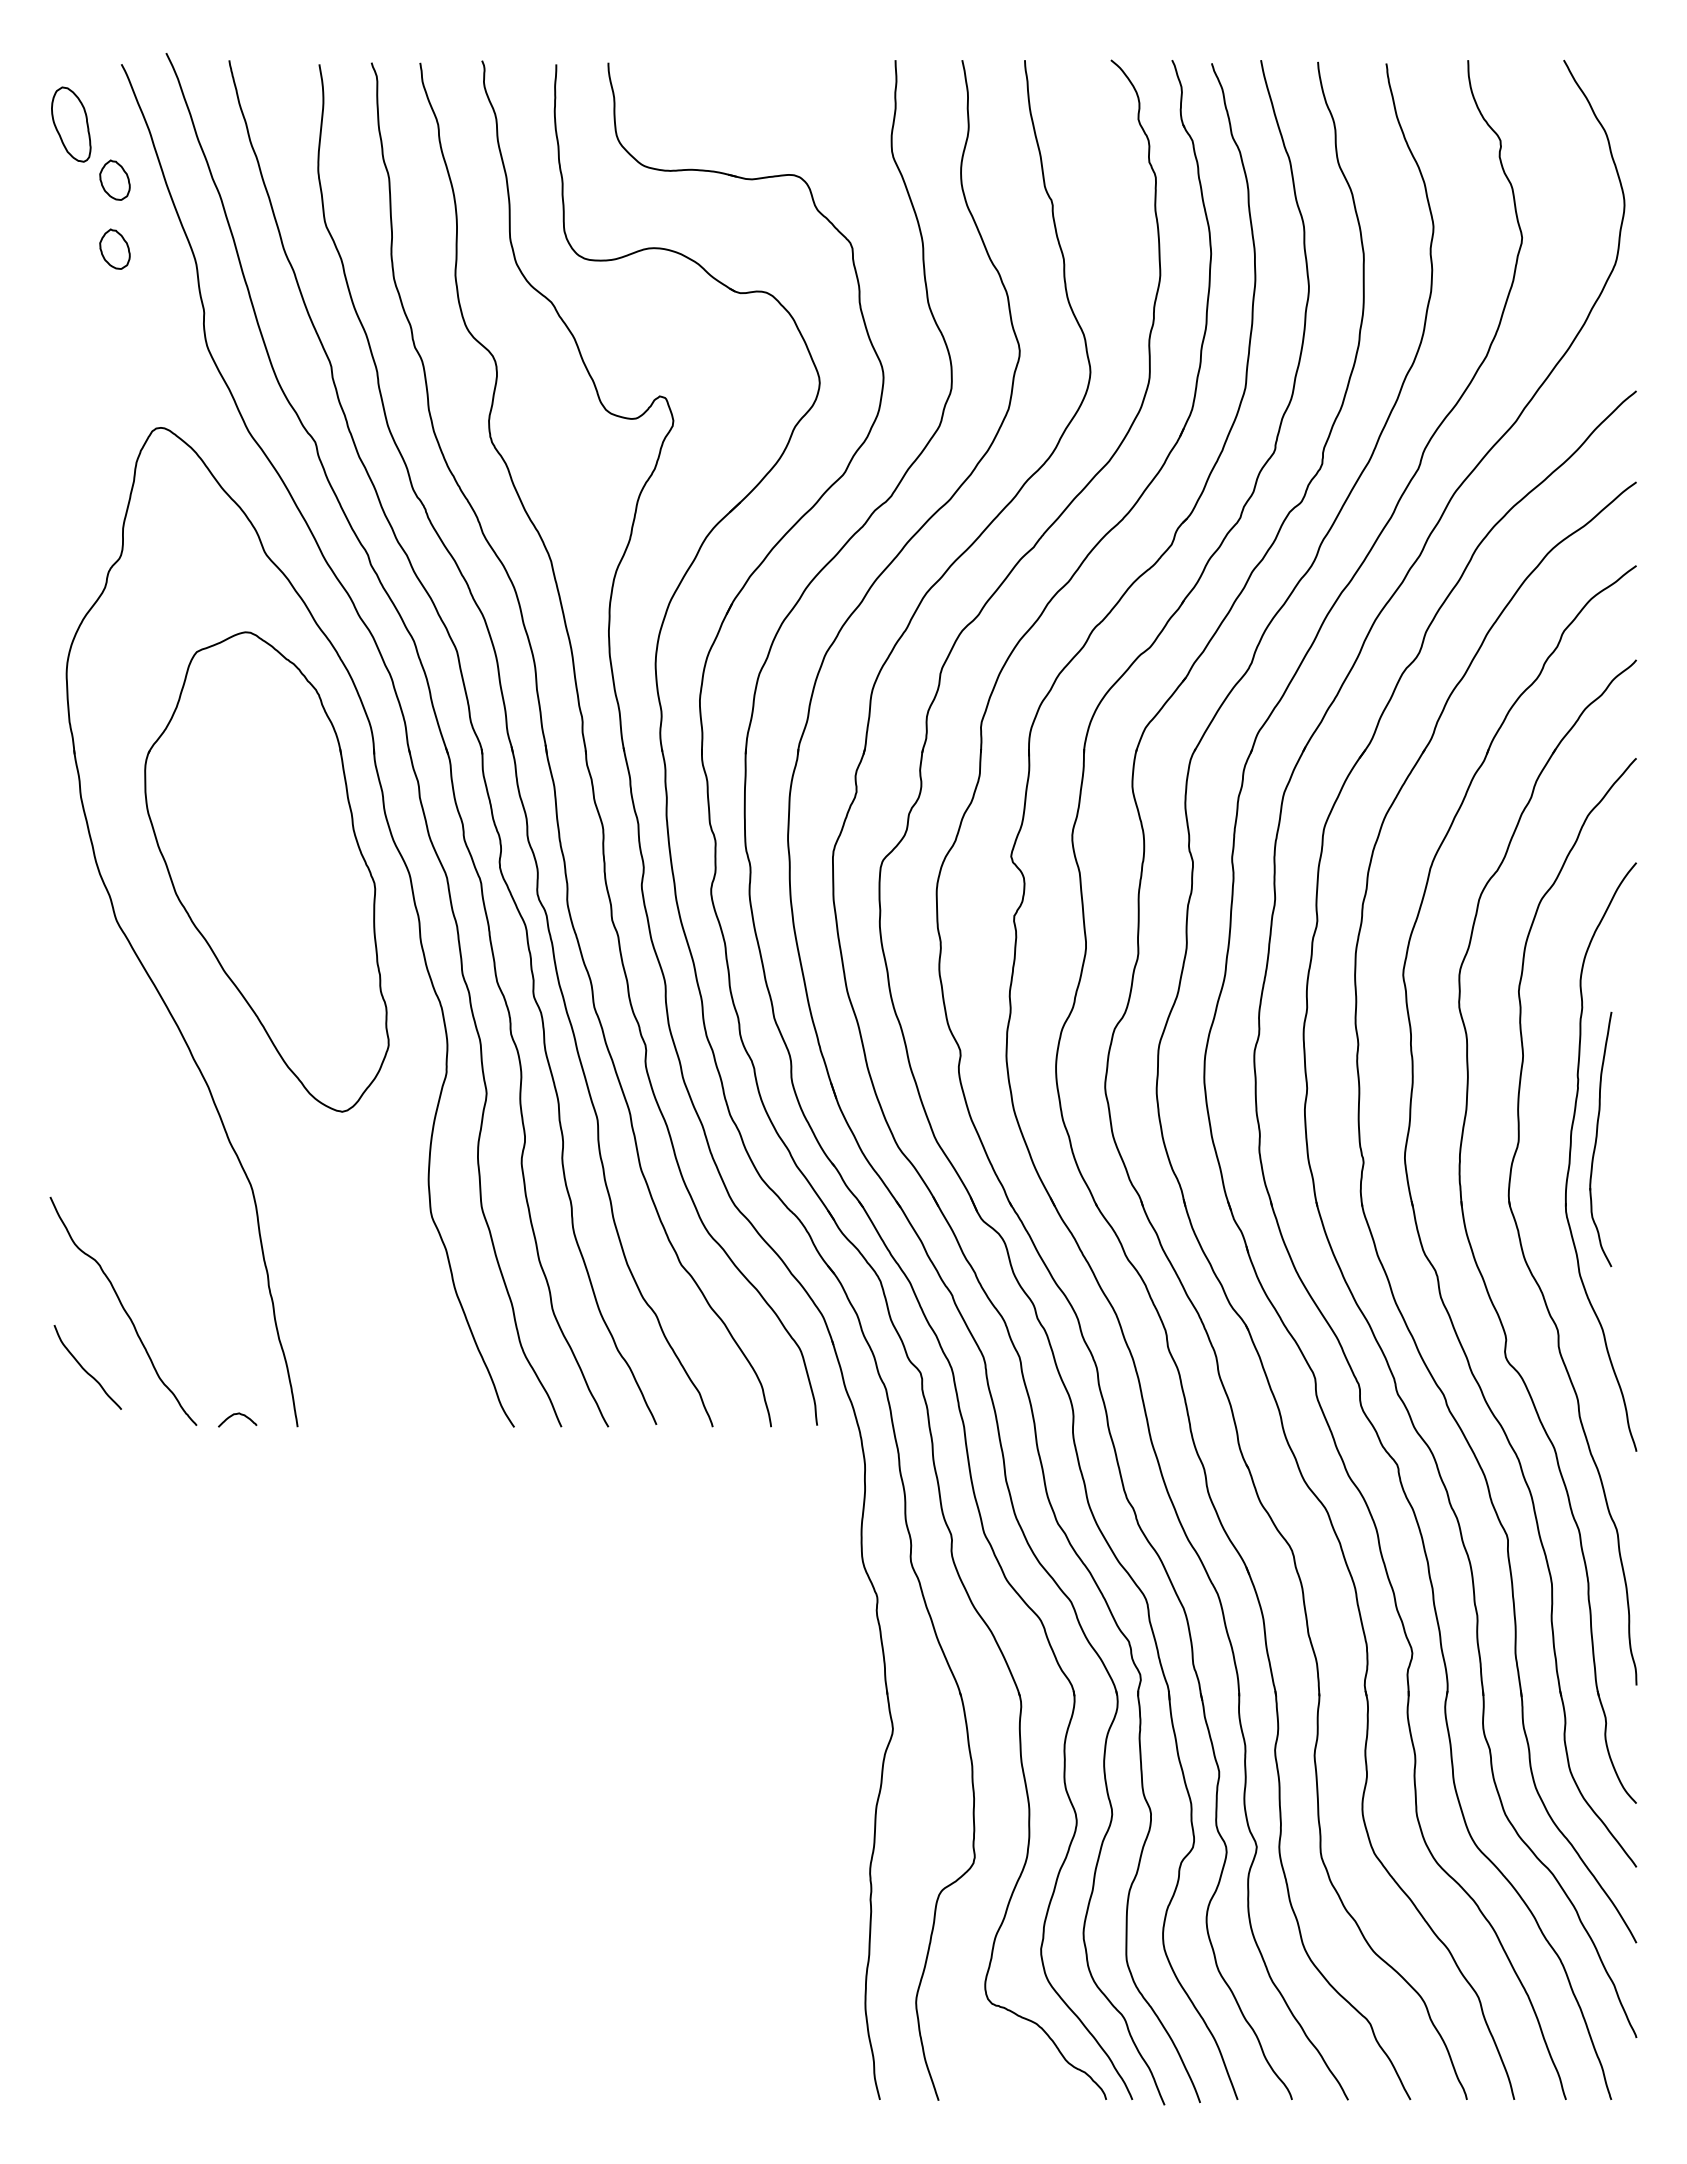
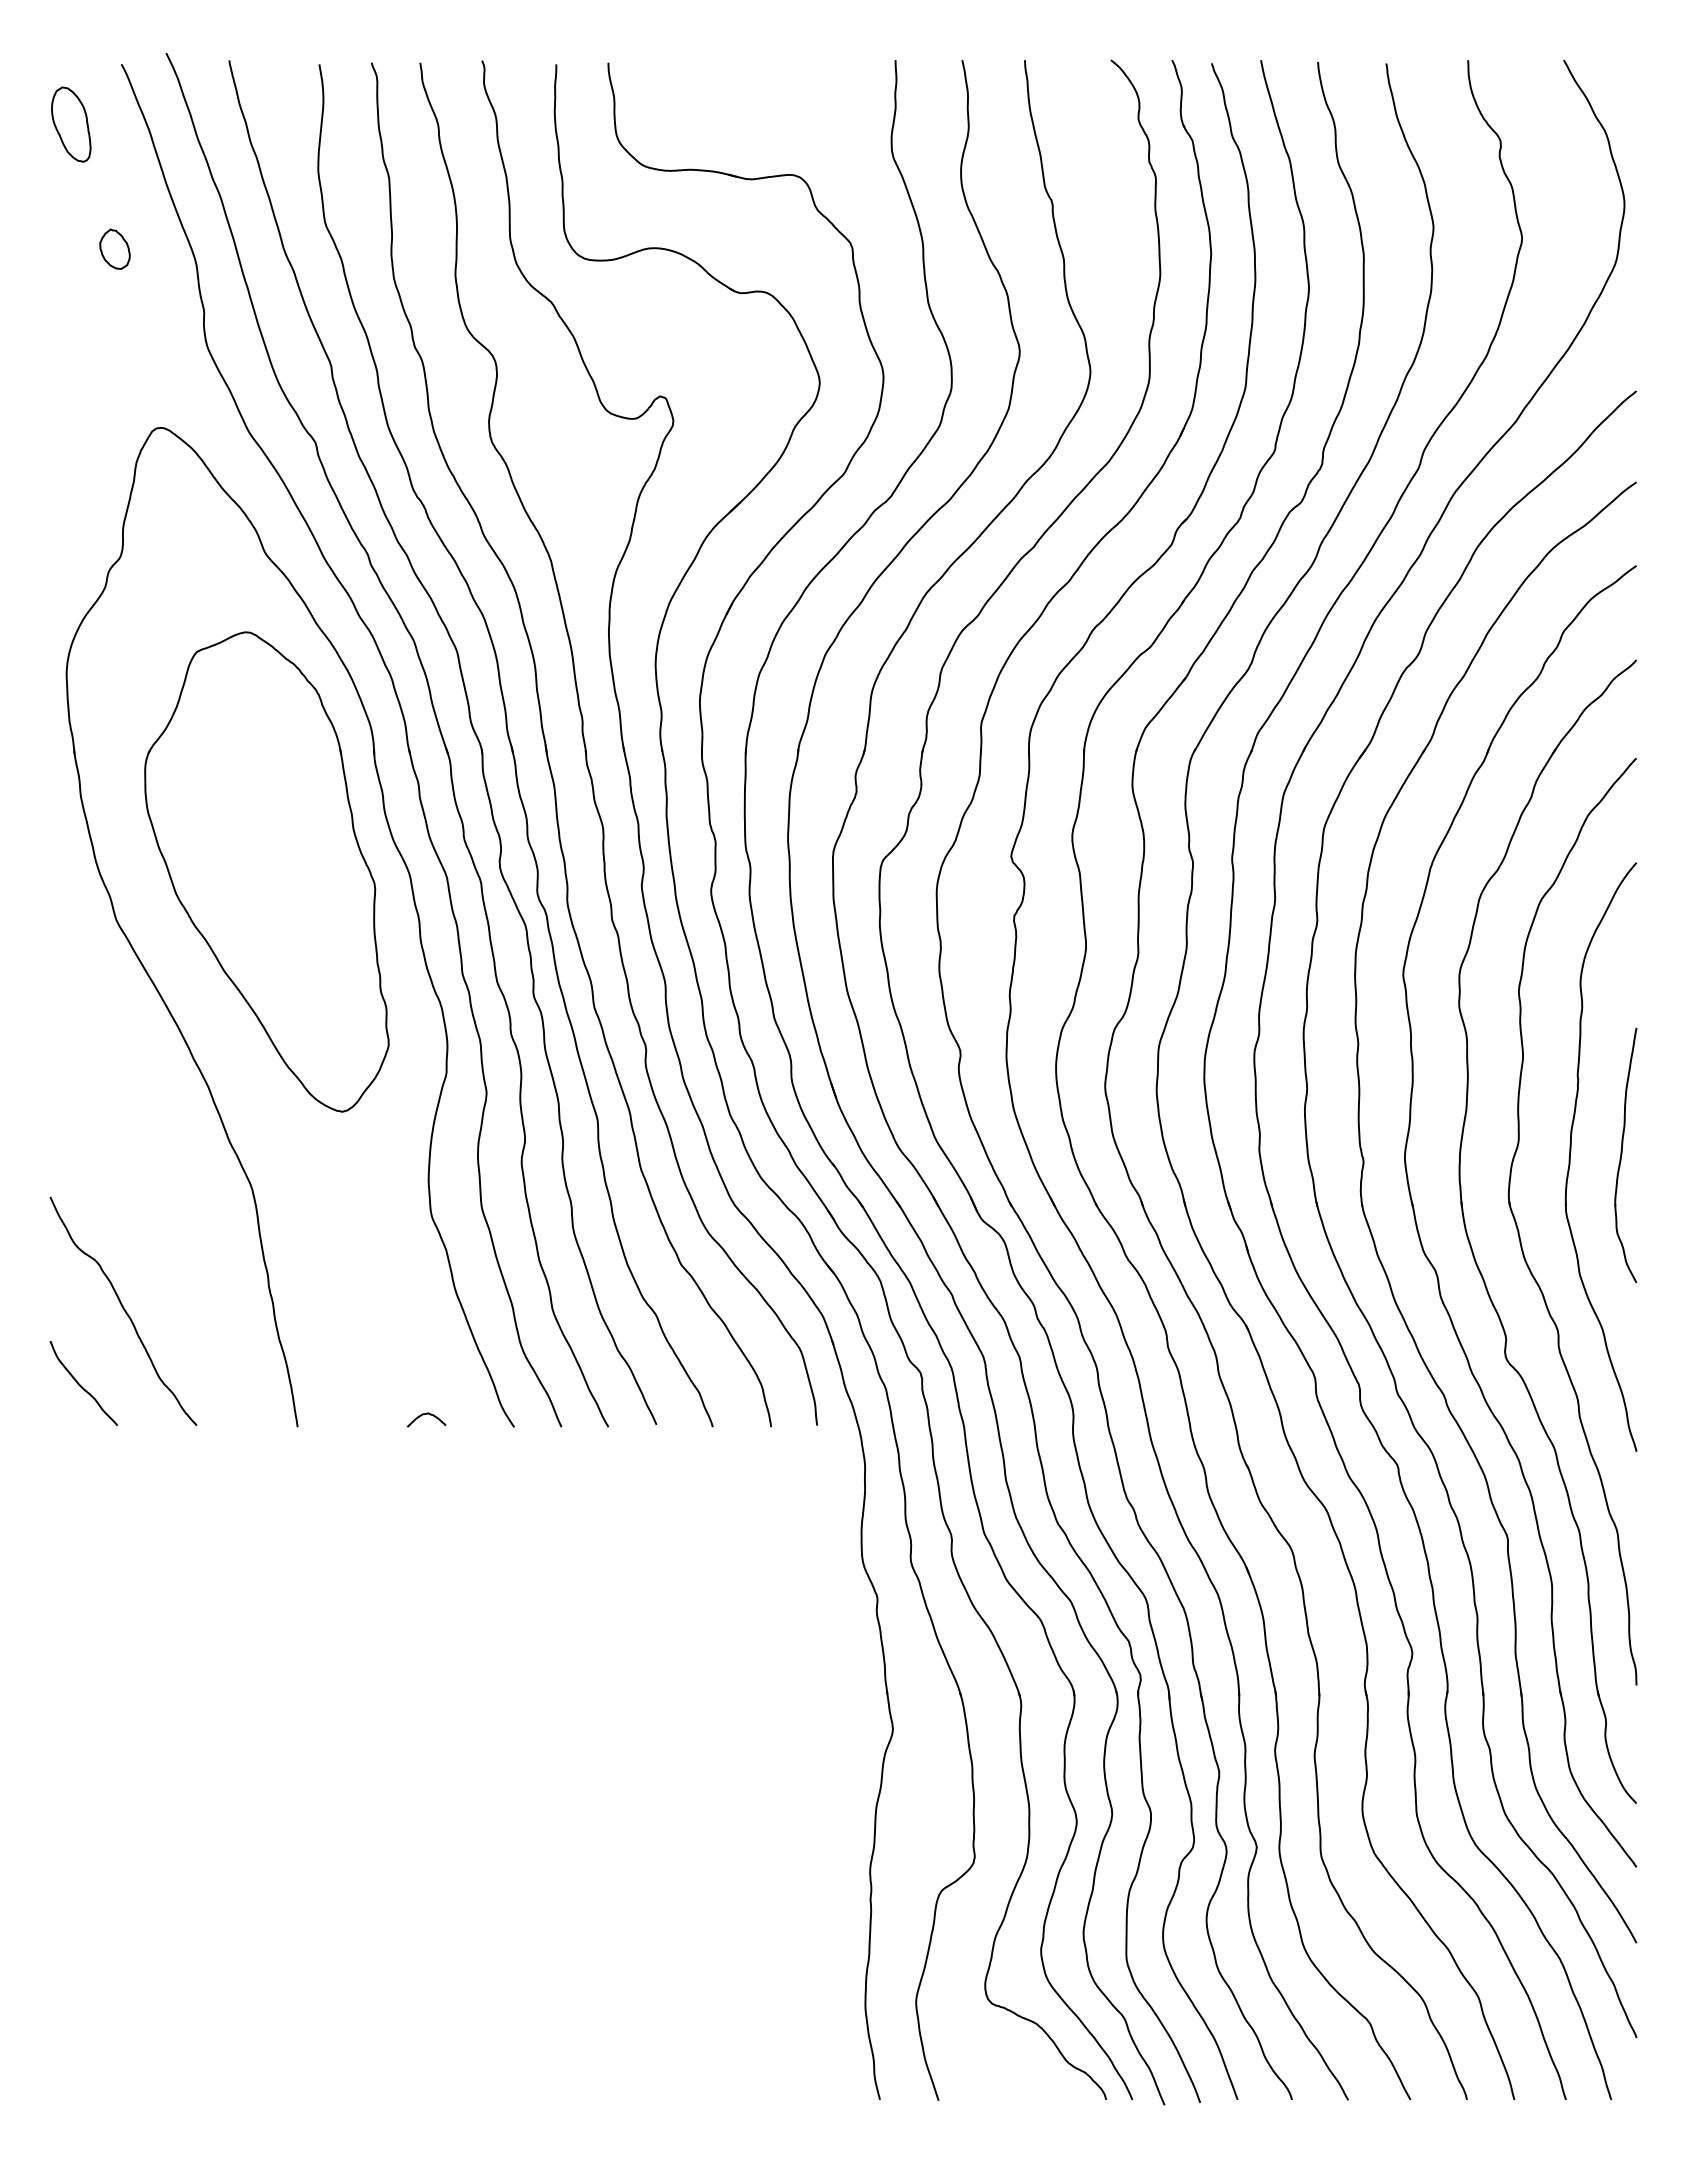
part at (114, 179): present -> none
part at (1600, 1139) position: (1600, 1139) -> (1625, 1155)
curve at (85, 1369) position: (85, 1369) -> (81, 1385)
curve at (237, 1414) position: (237, 1414) -> (426, 1414)
